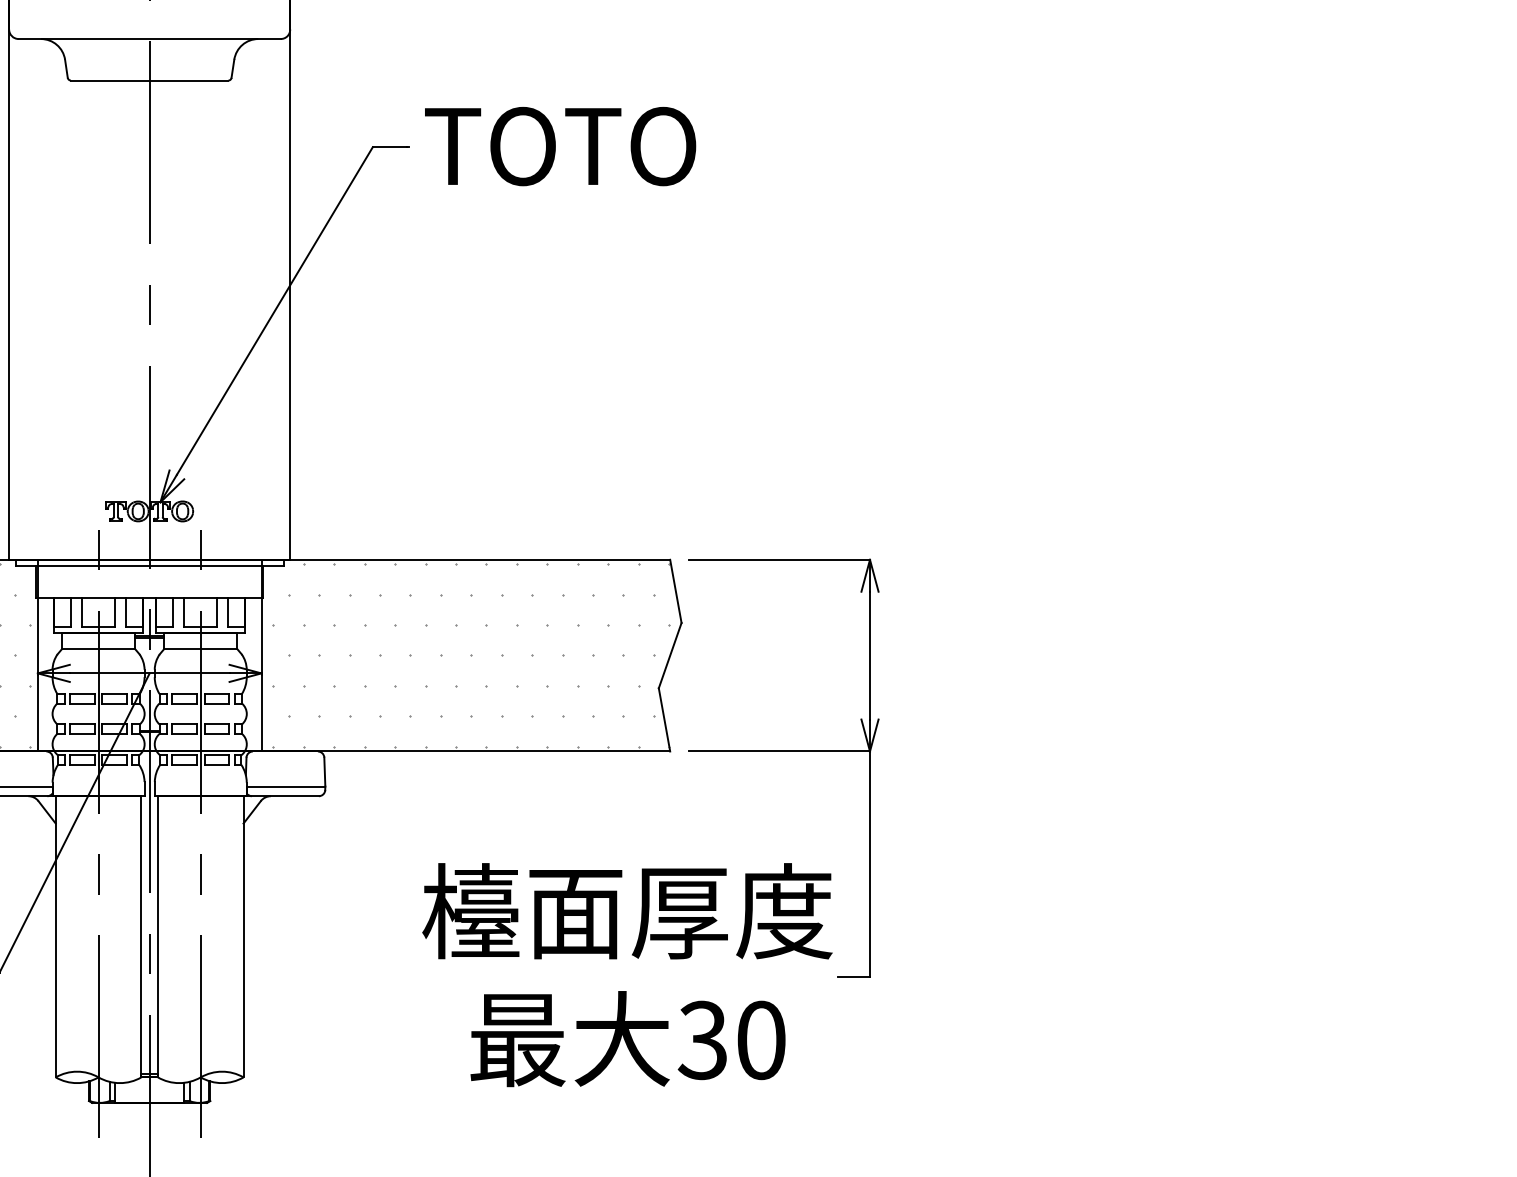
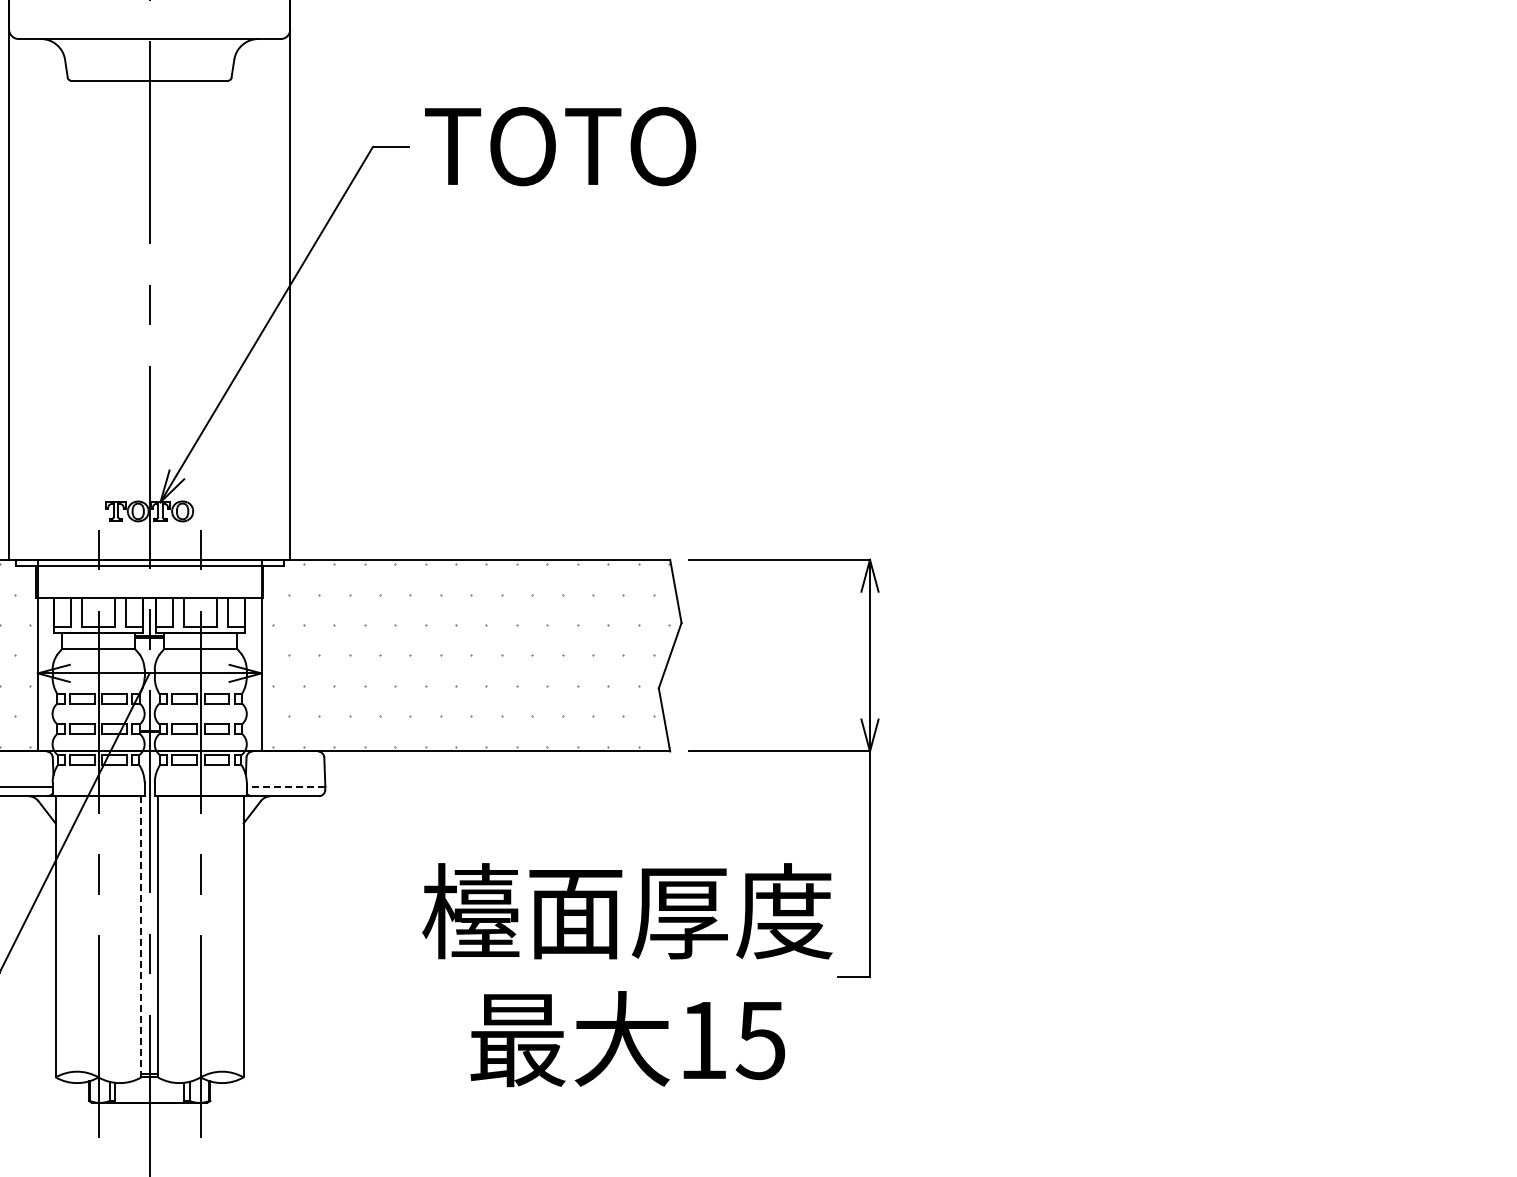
line at (285, 786): solid -> dashed
line at (141, 936): solid -> dashed
text at (731, 1040): 30 -> 15
